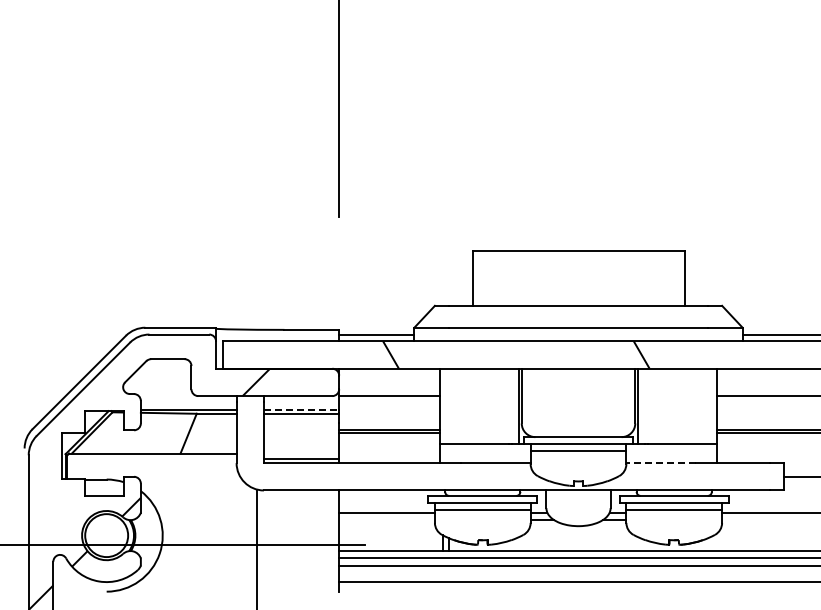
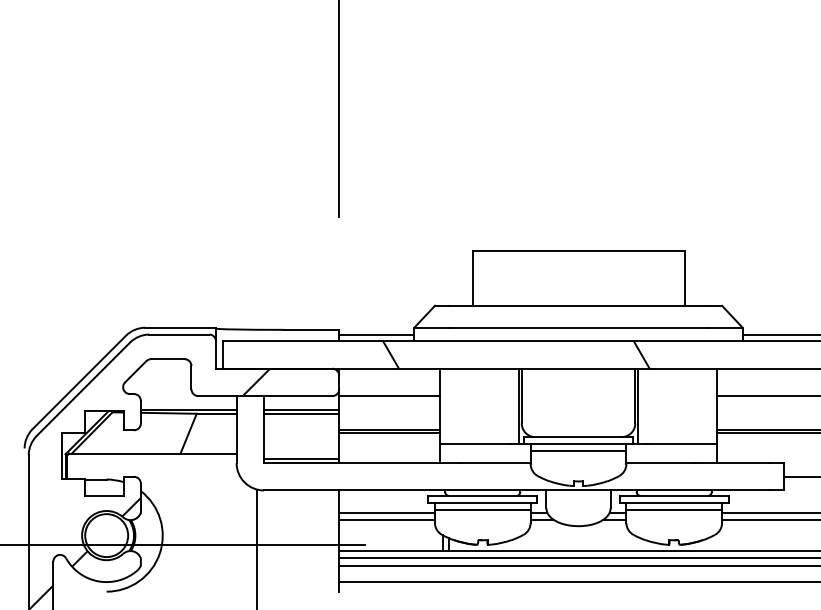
line at (301, 409): dashed -> solid
line at (661, 463): dashed -> solid
line at (386, 520): none -> present
line at (769, 520): none -> present
